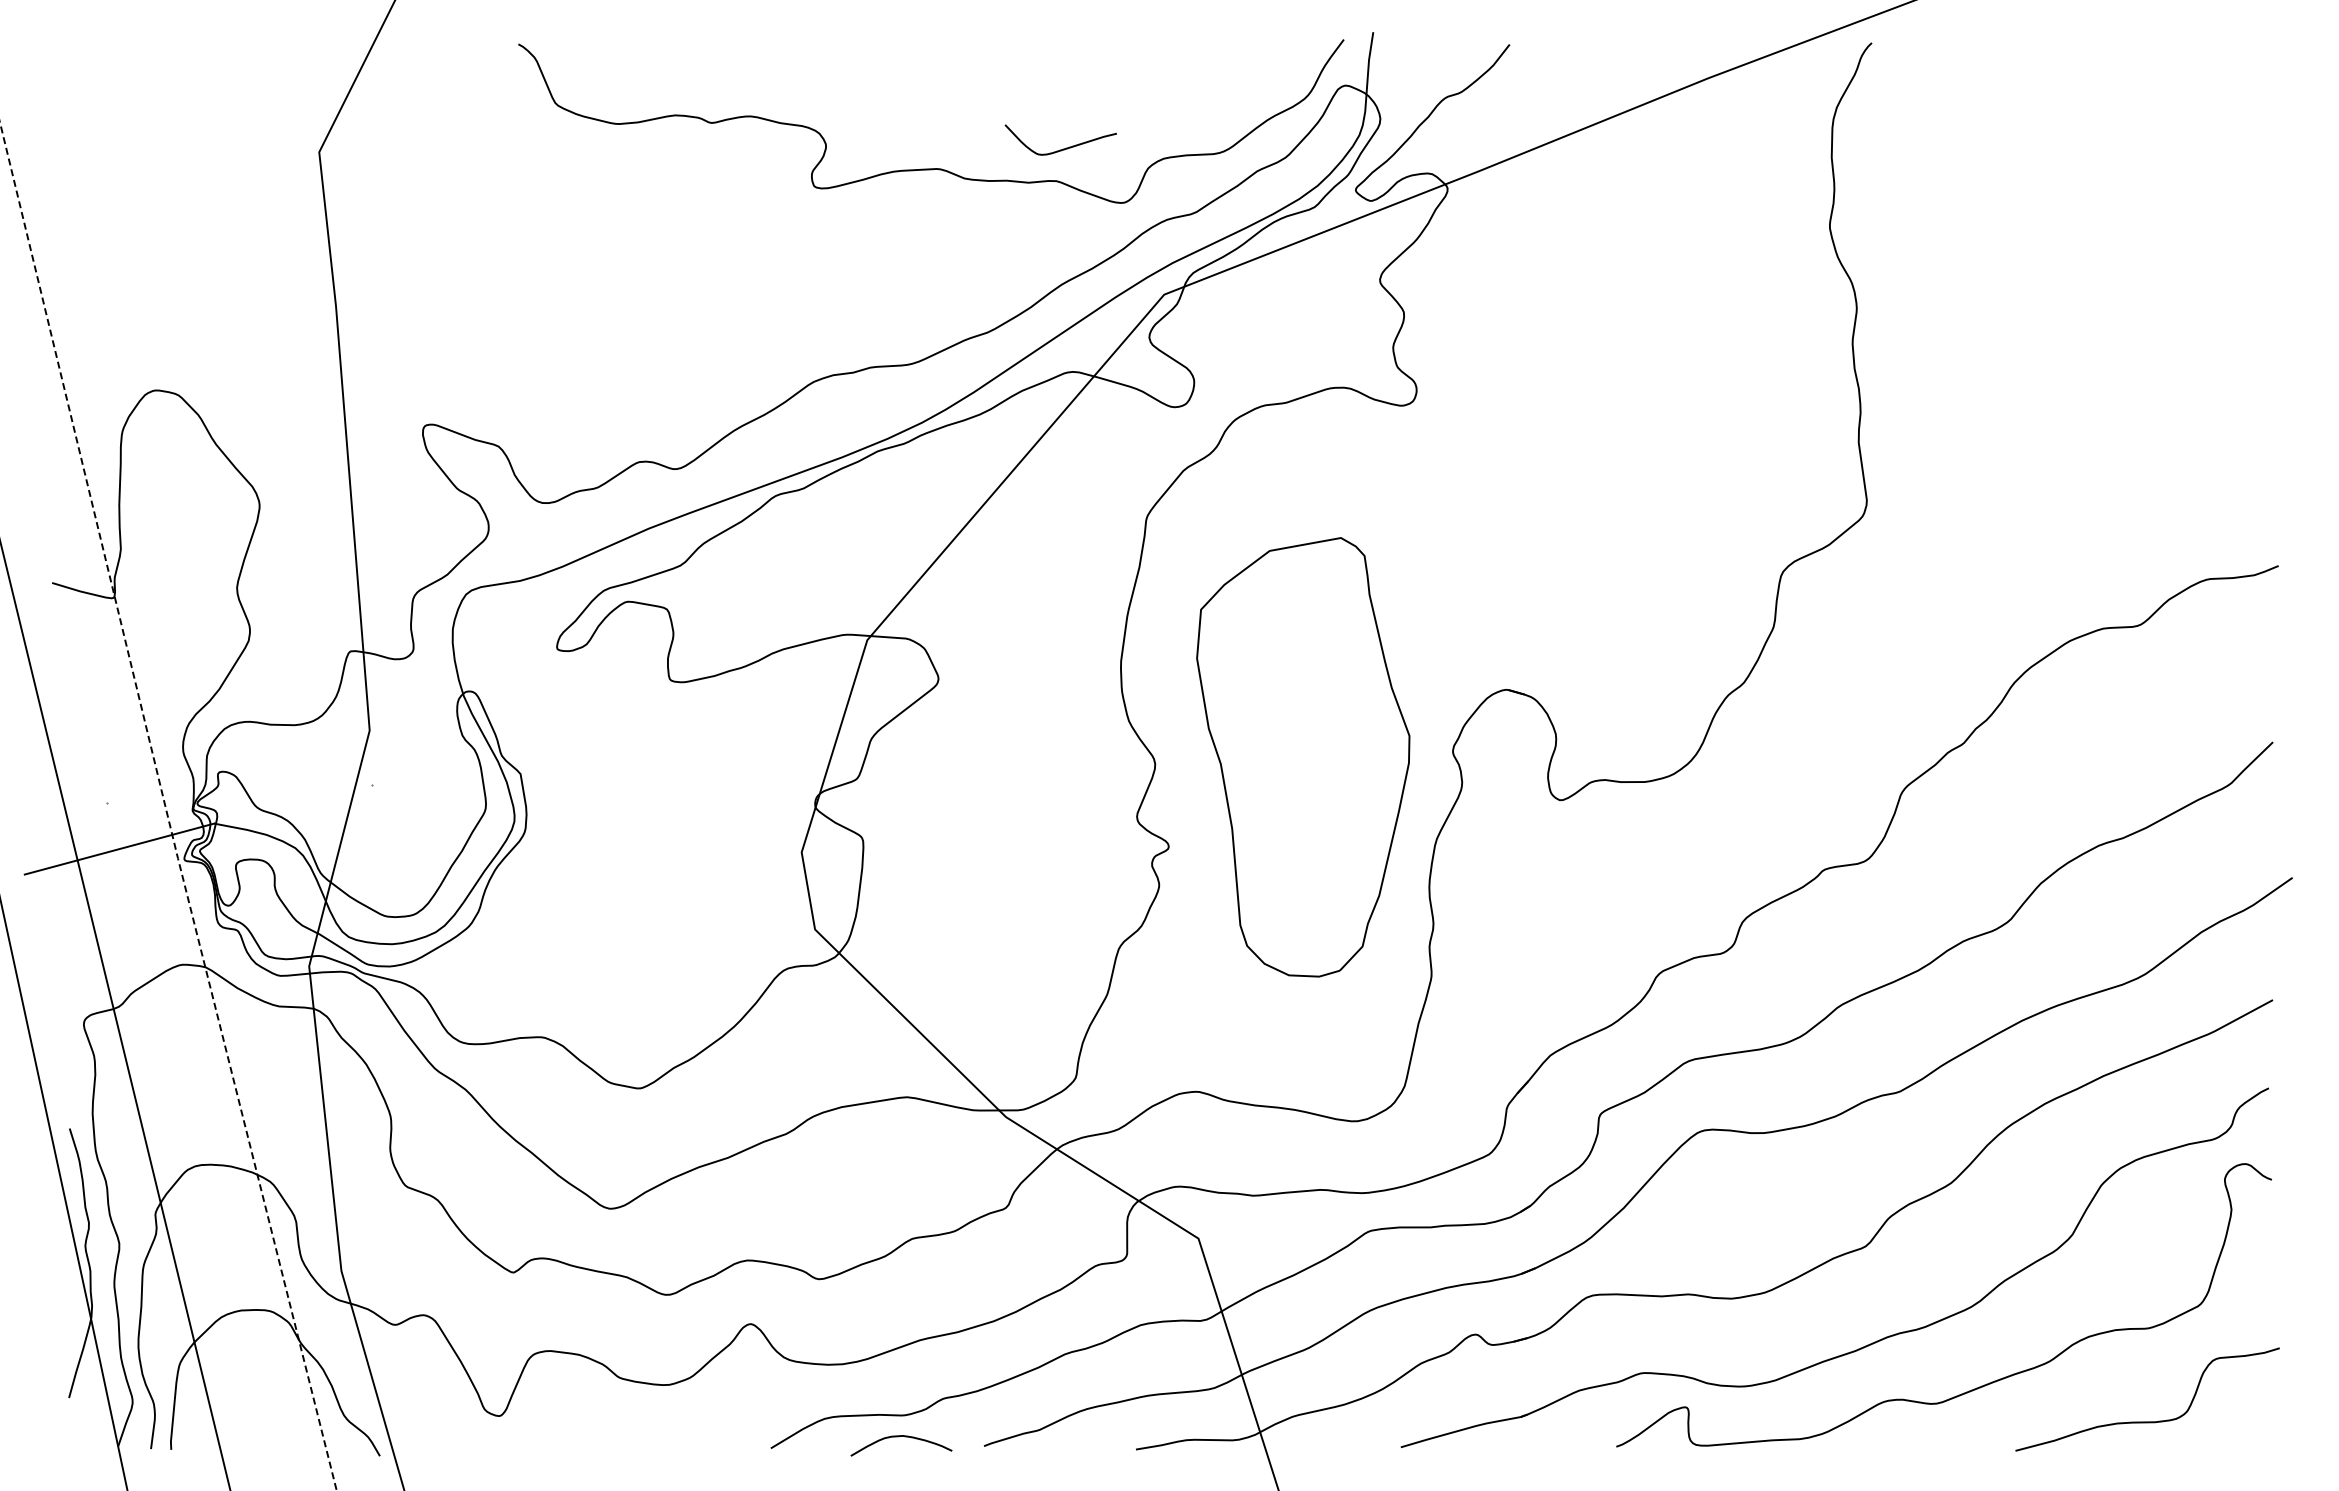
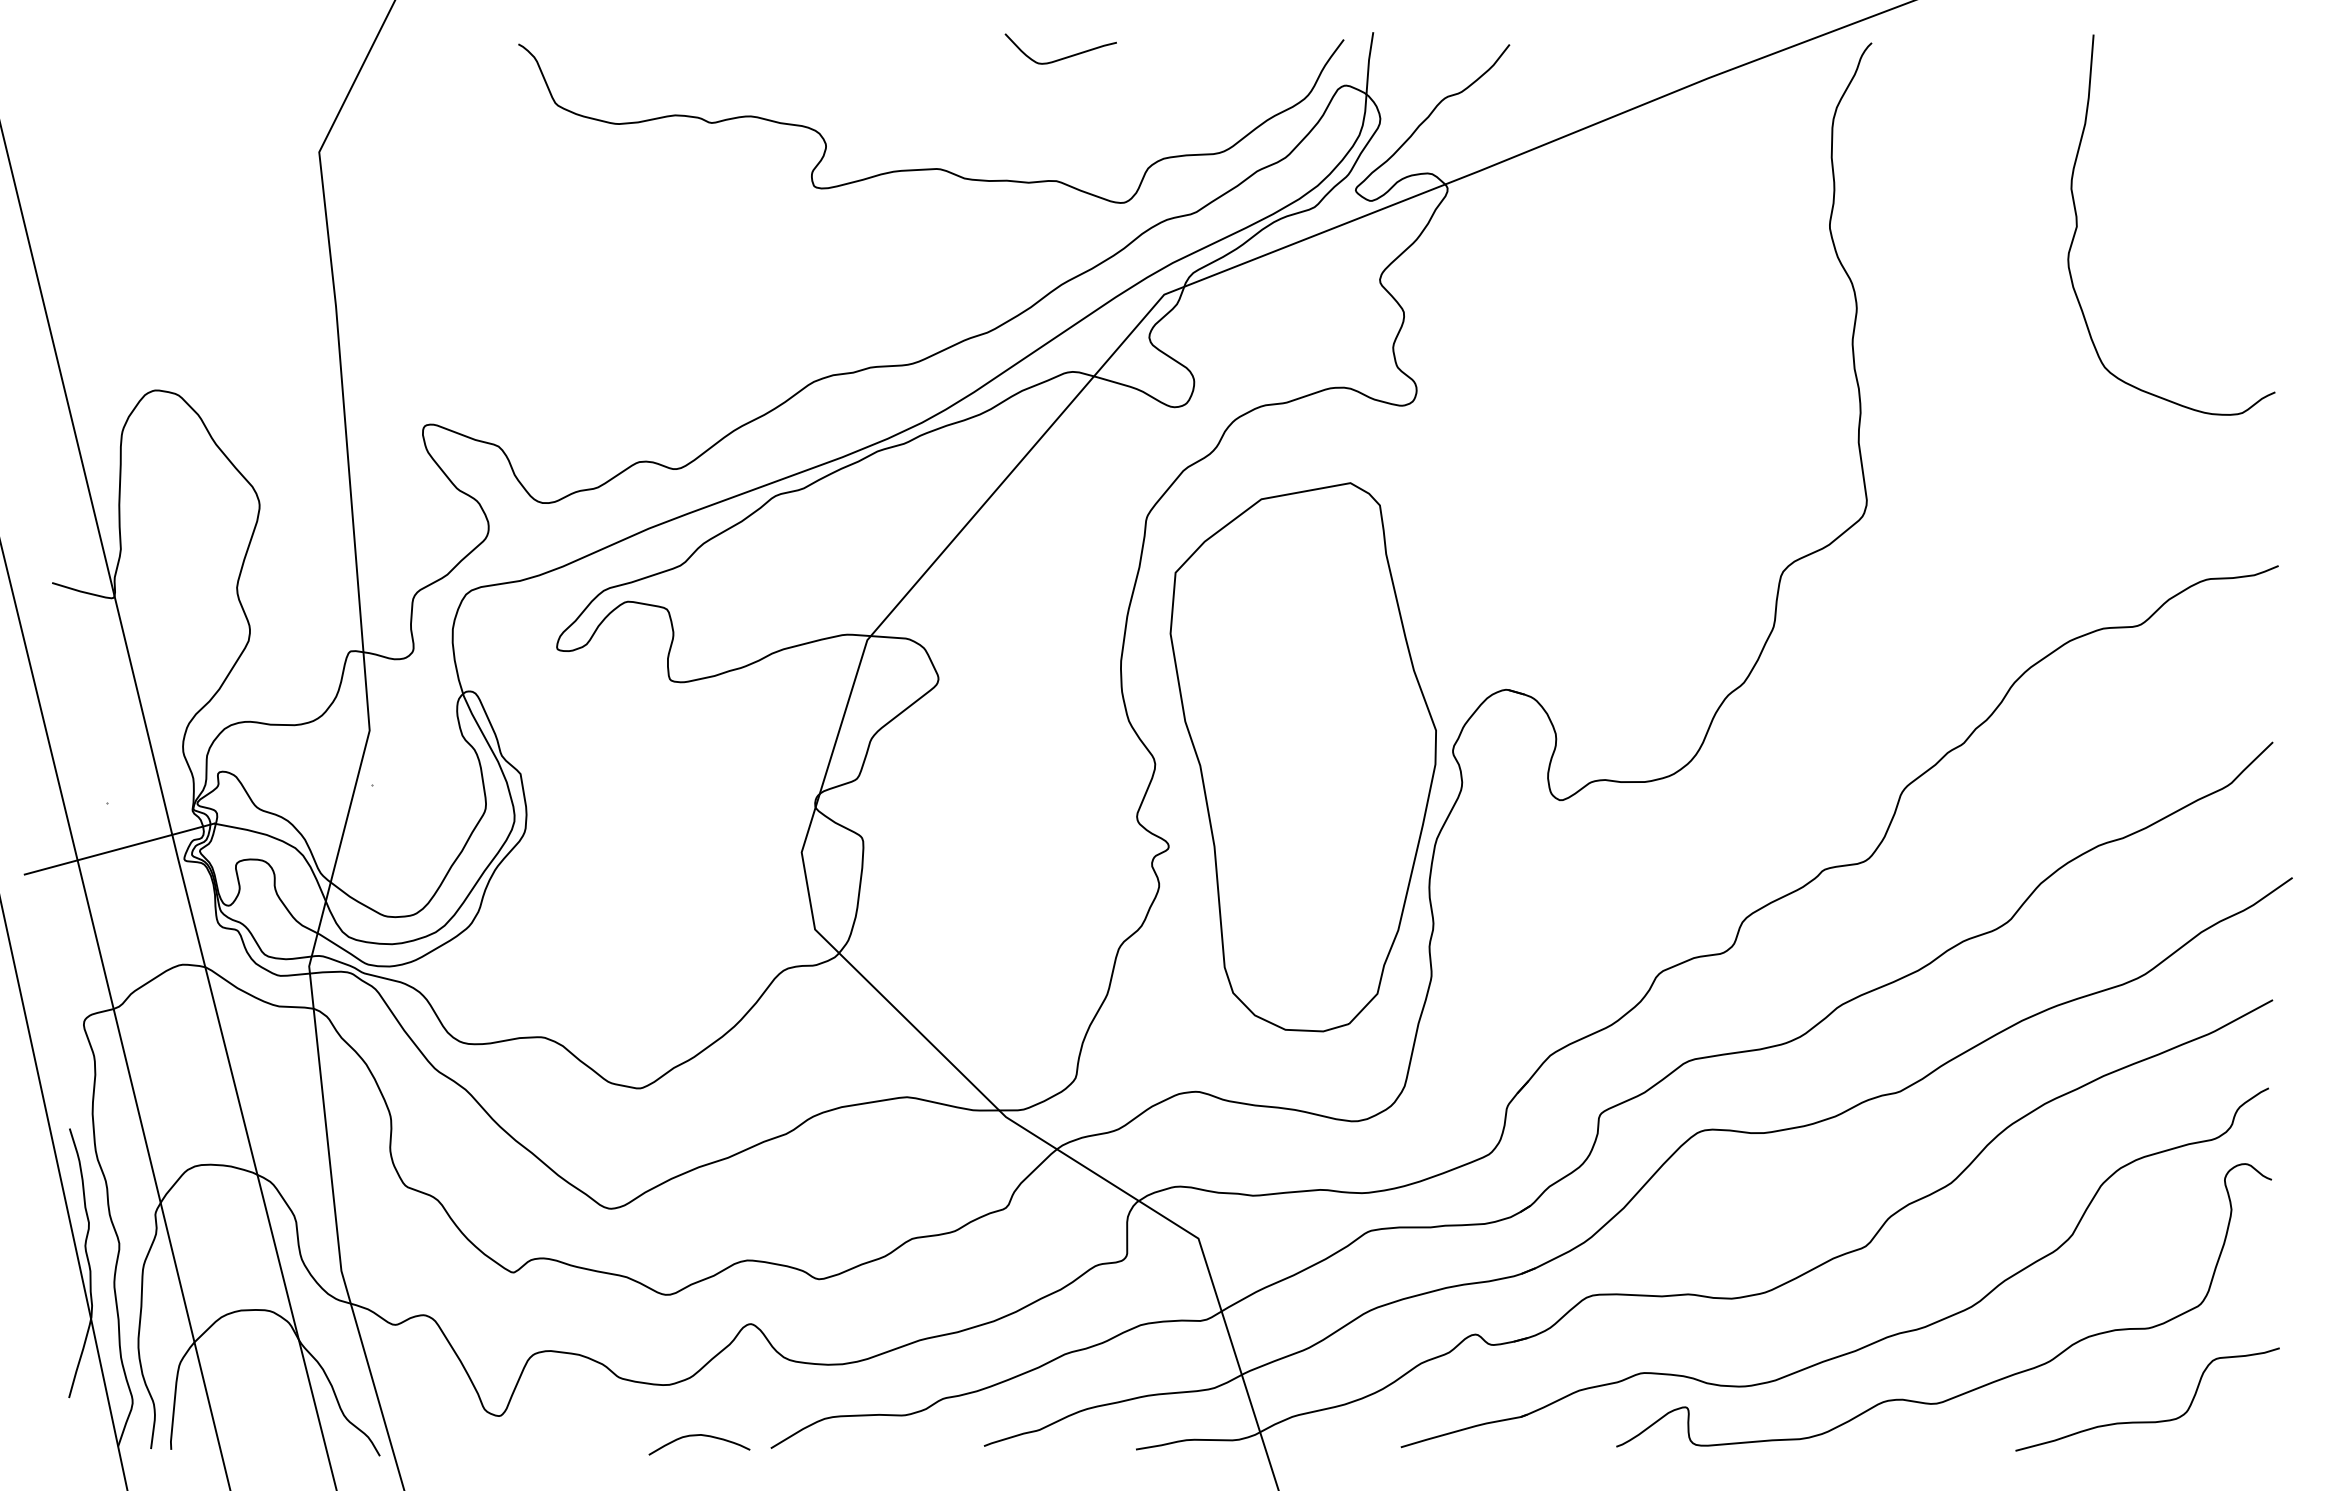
curve at (1063, 148) position: (1063, 148) -> (1063, 57)
curve at (2077, 224): none -> present
part at (1303, 757) size: 215x441 px -> 268x551 px
line at (165, 808): dashed -> solid
curve at (898, 1437) position: (898, 1437) -> (696, 1436)
